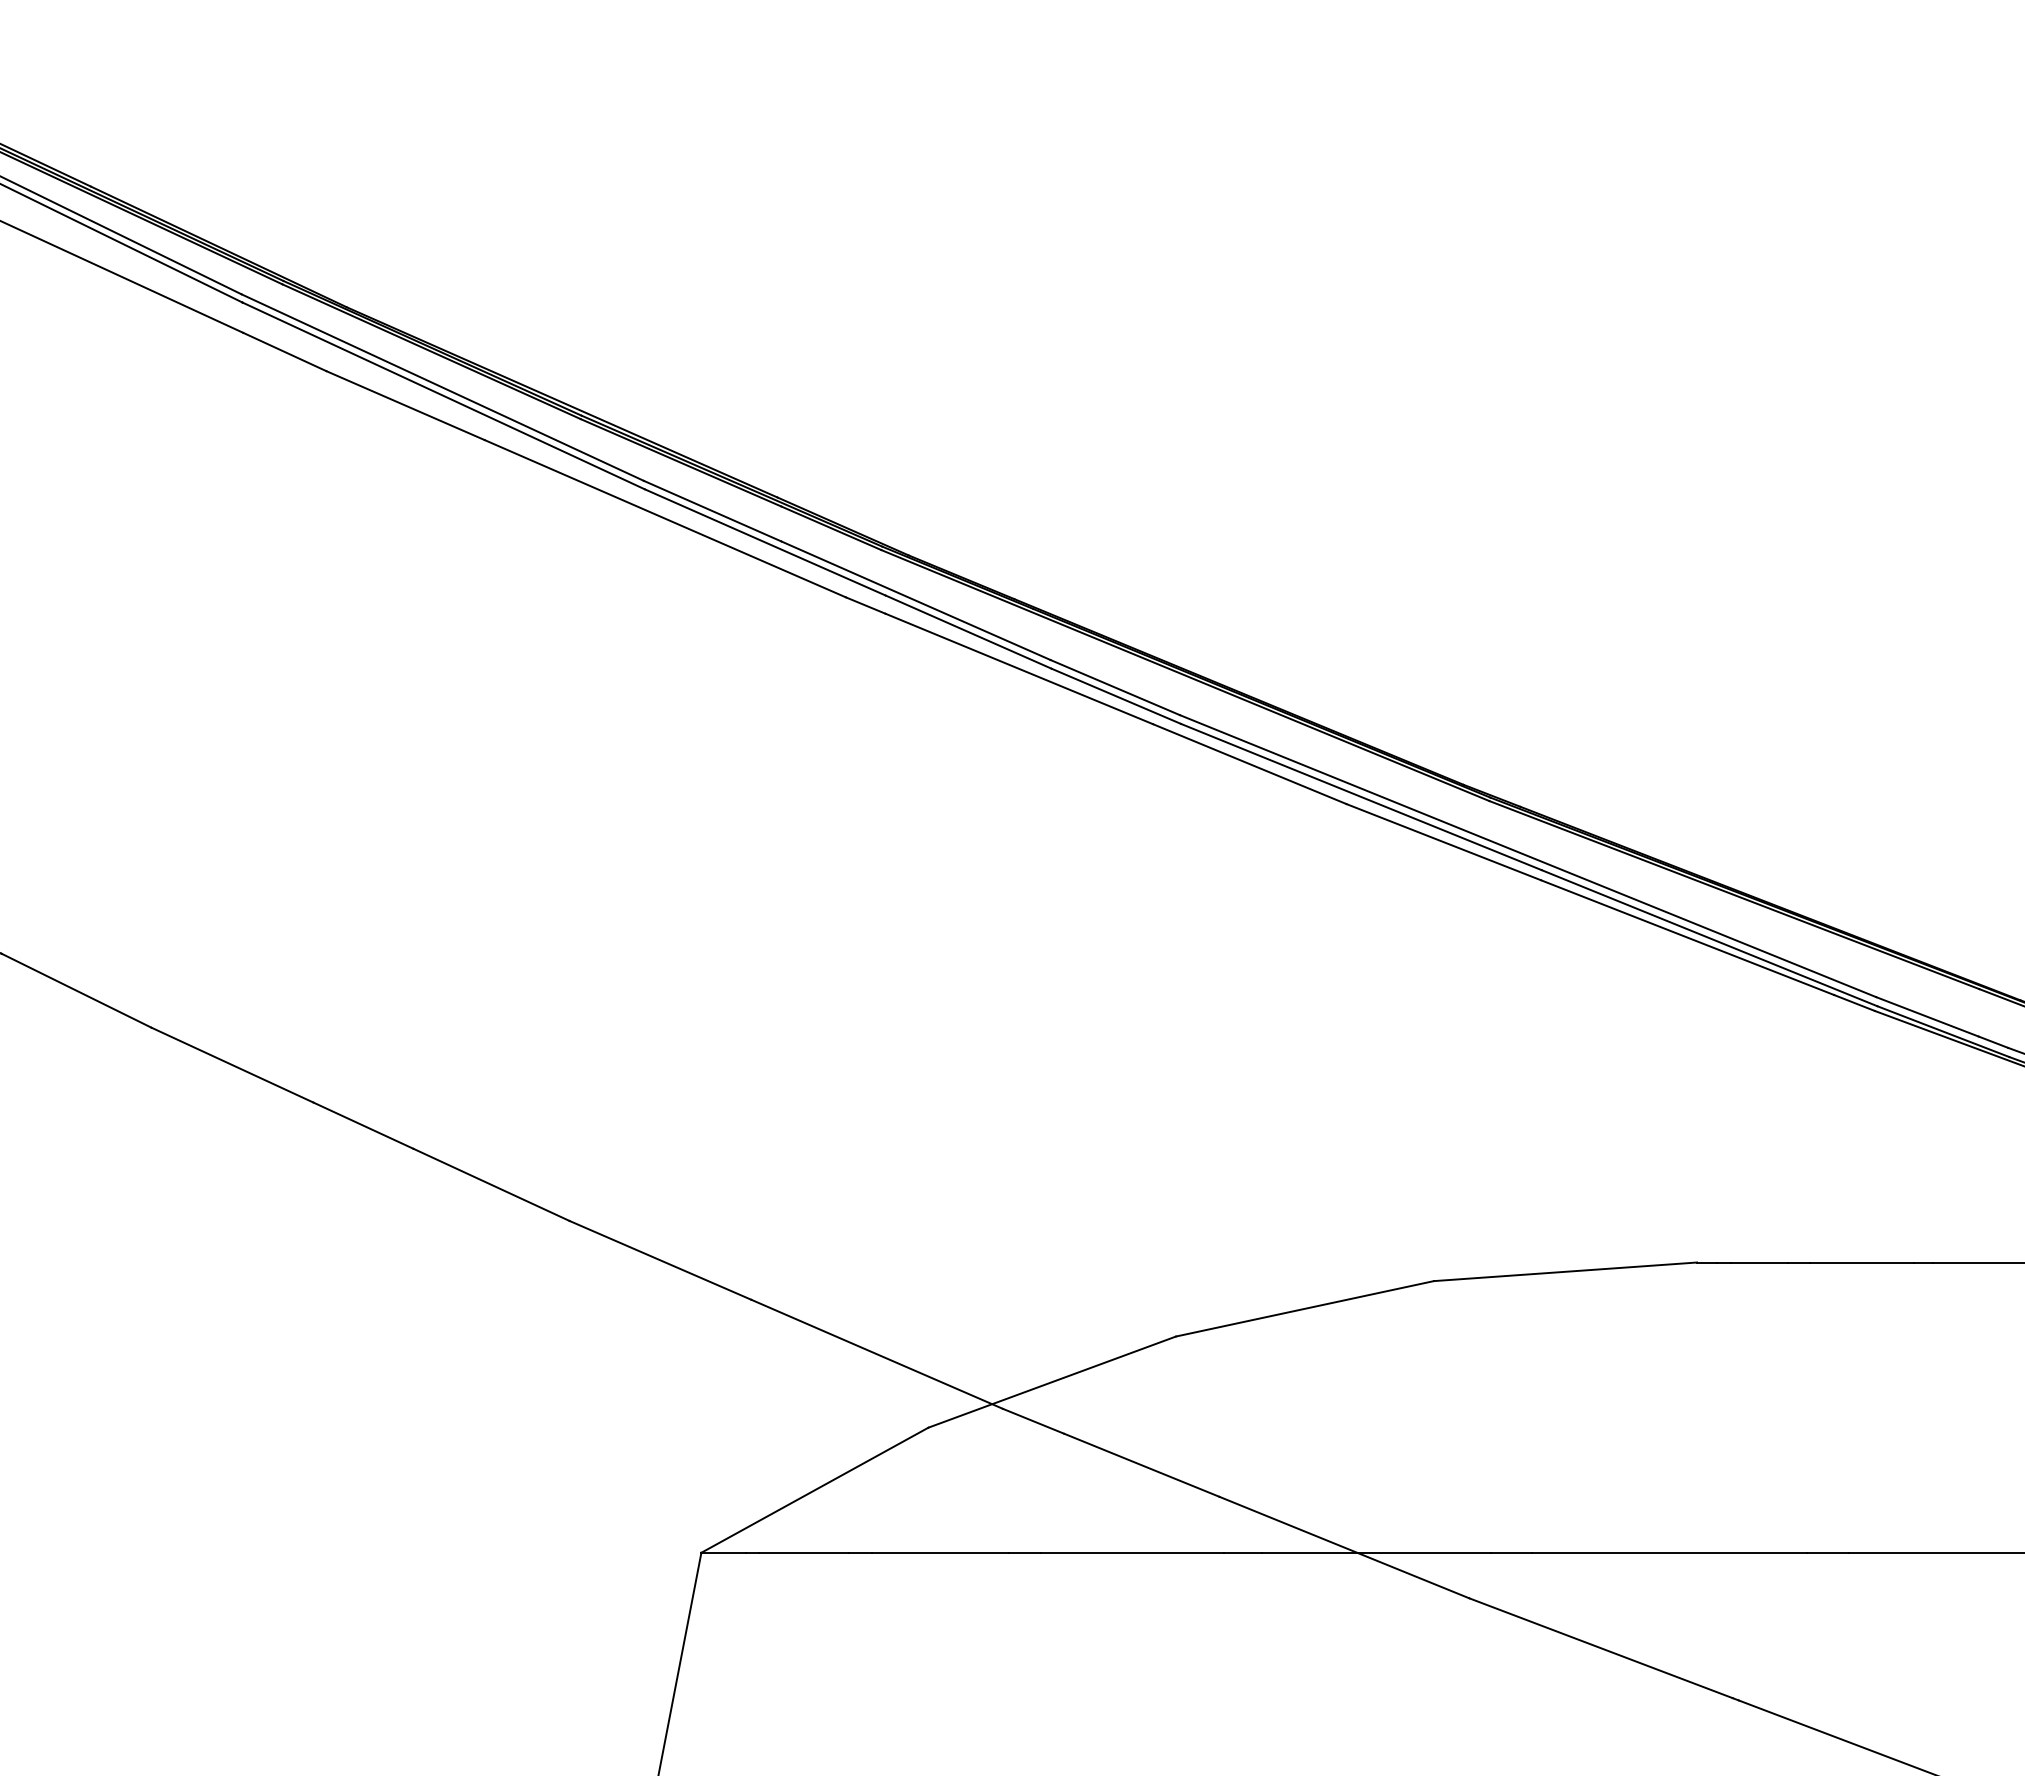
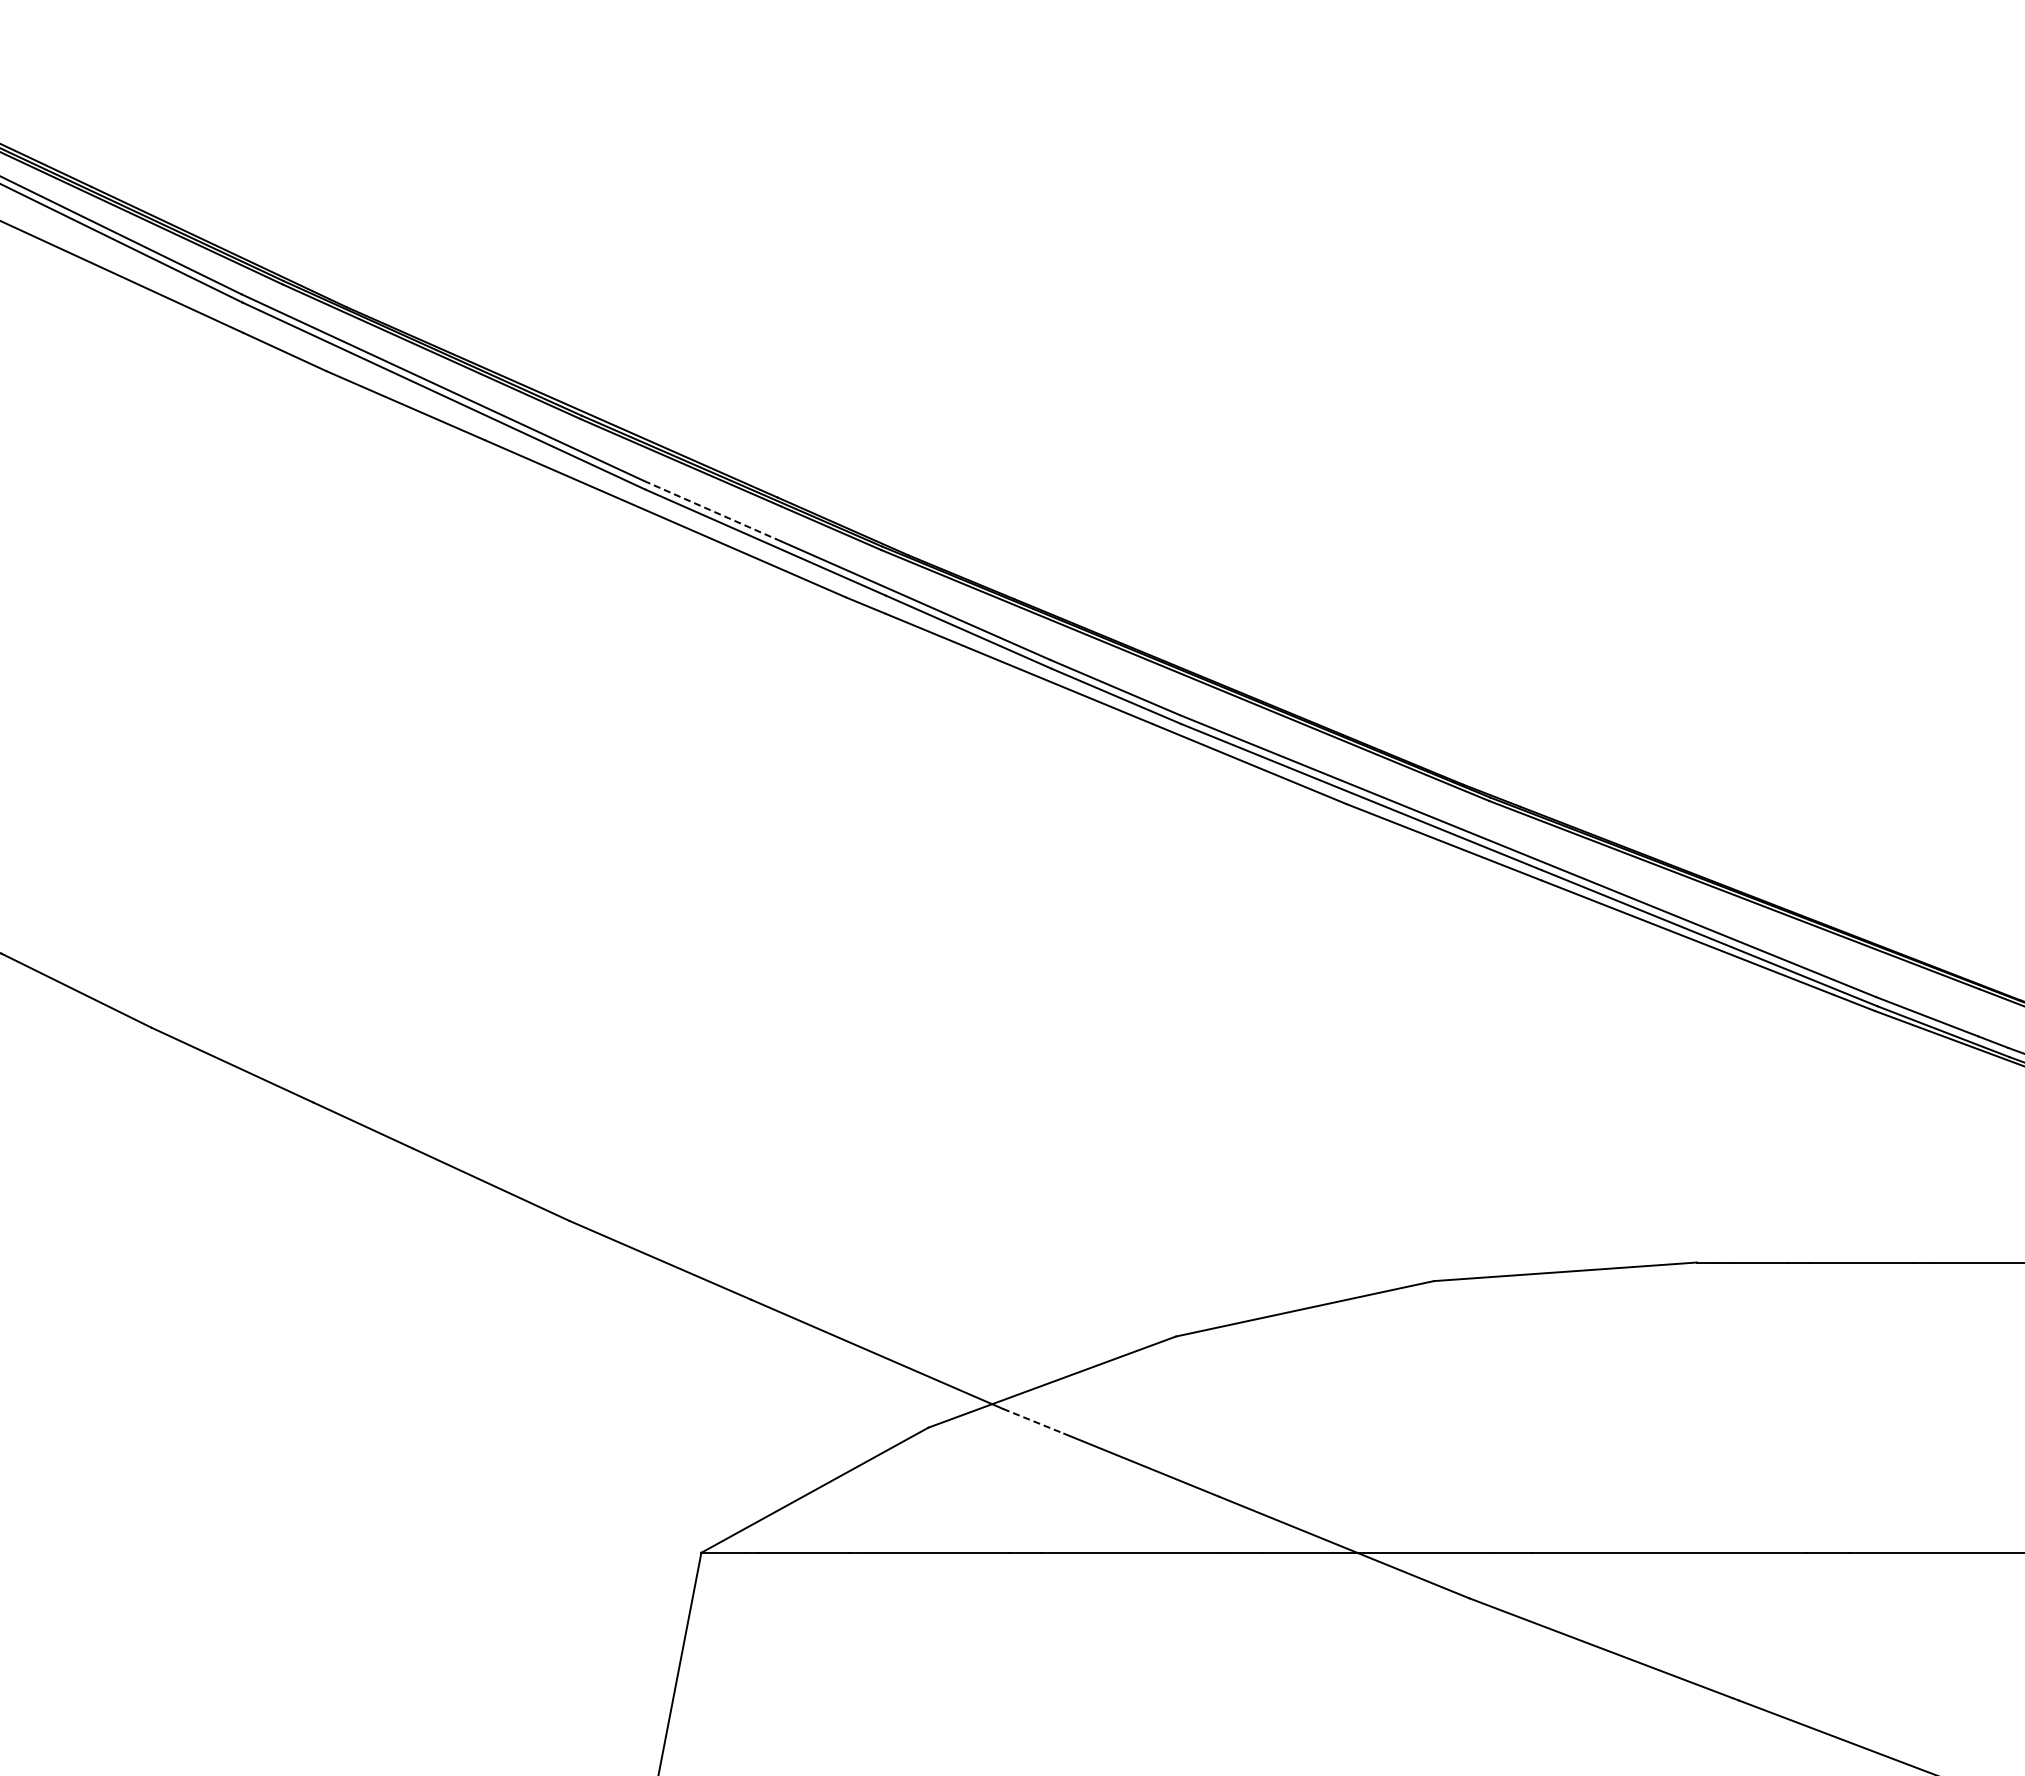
line at (713, 511): solid -> dashed
line at (1034, 1421): solid -> dashed
